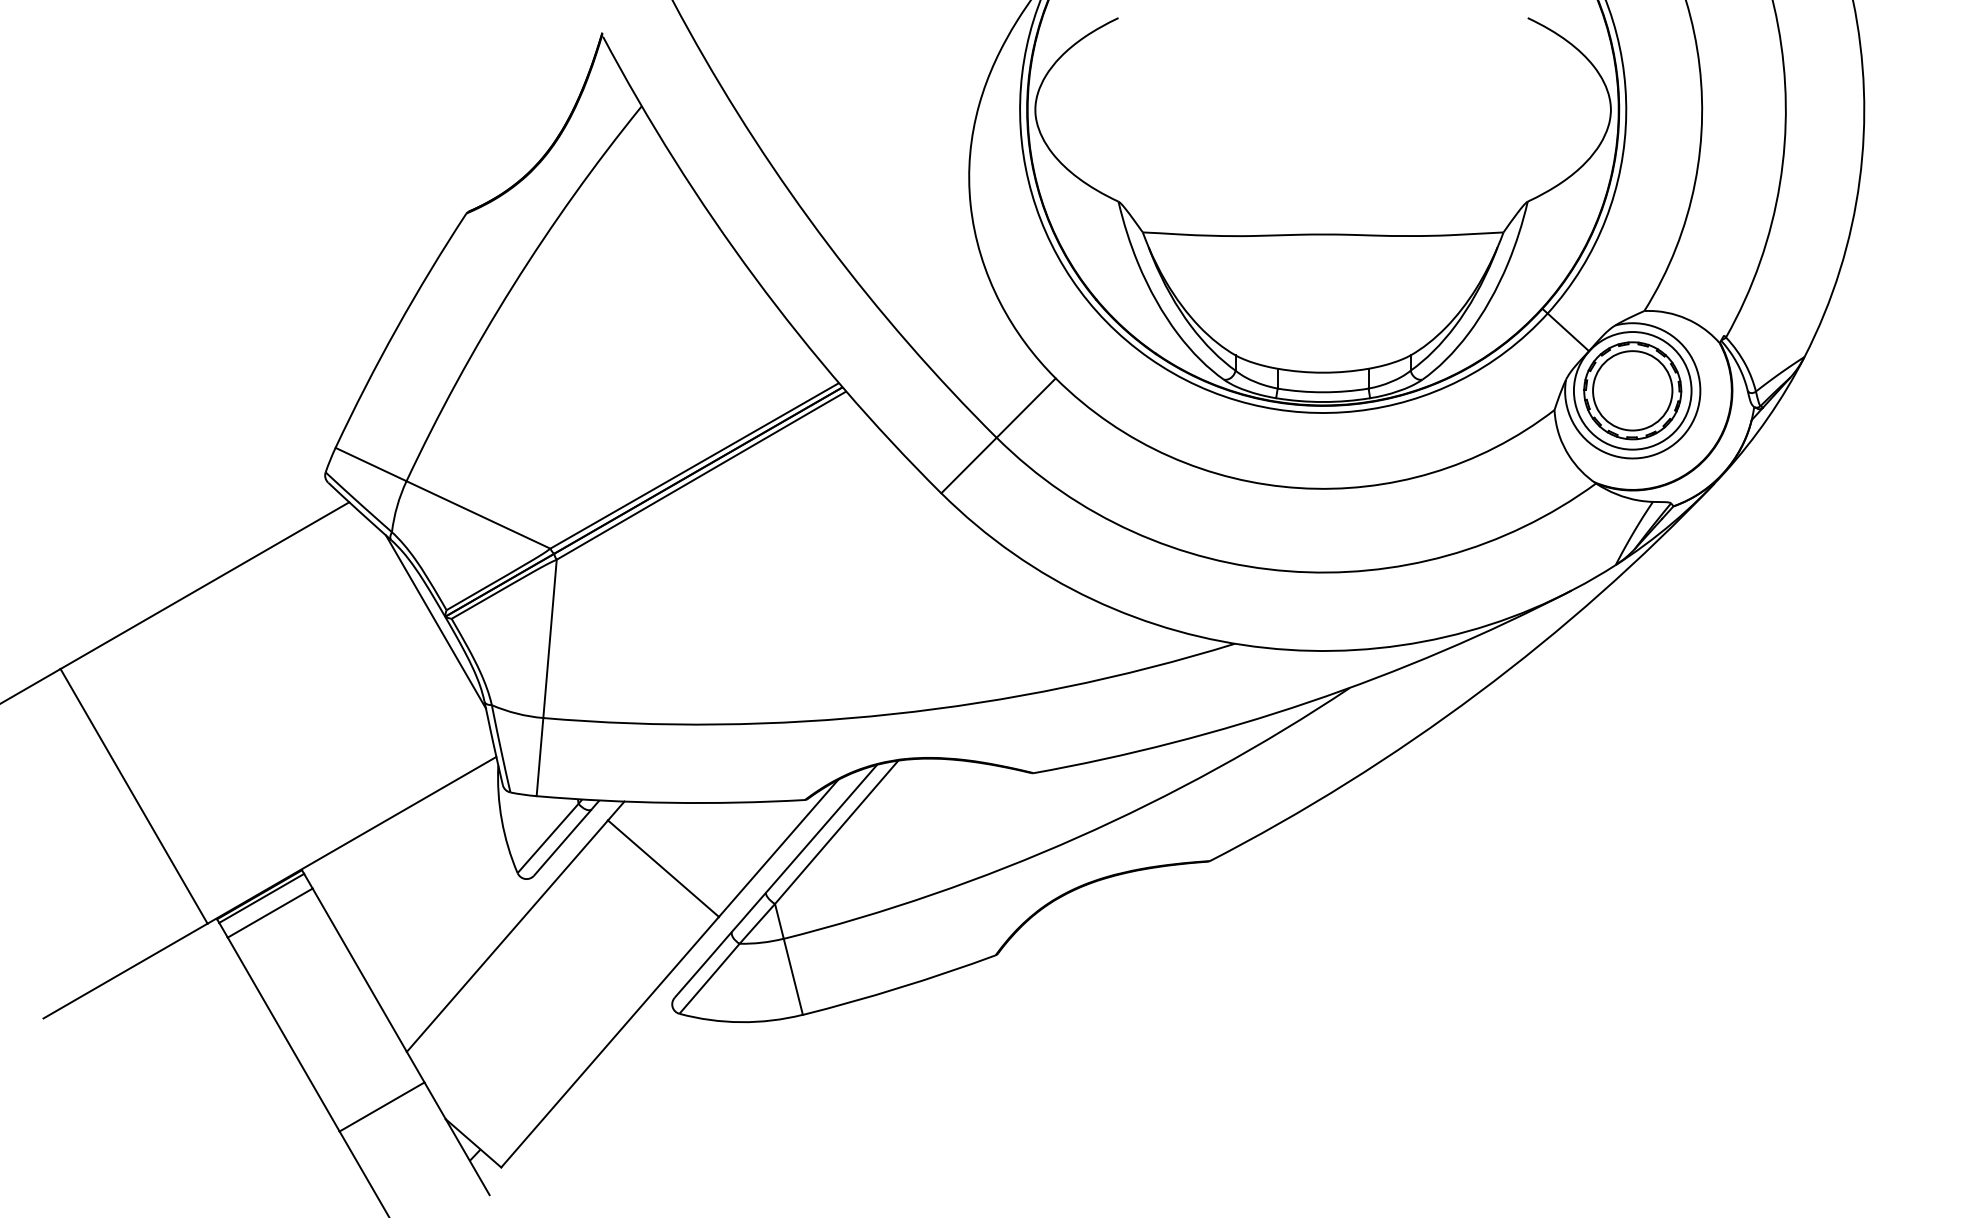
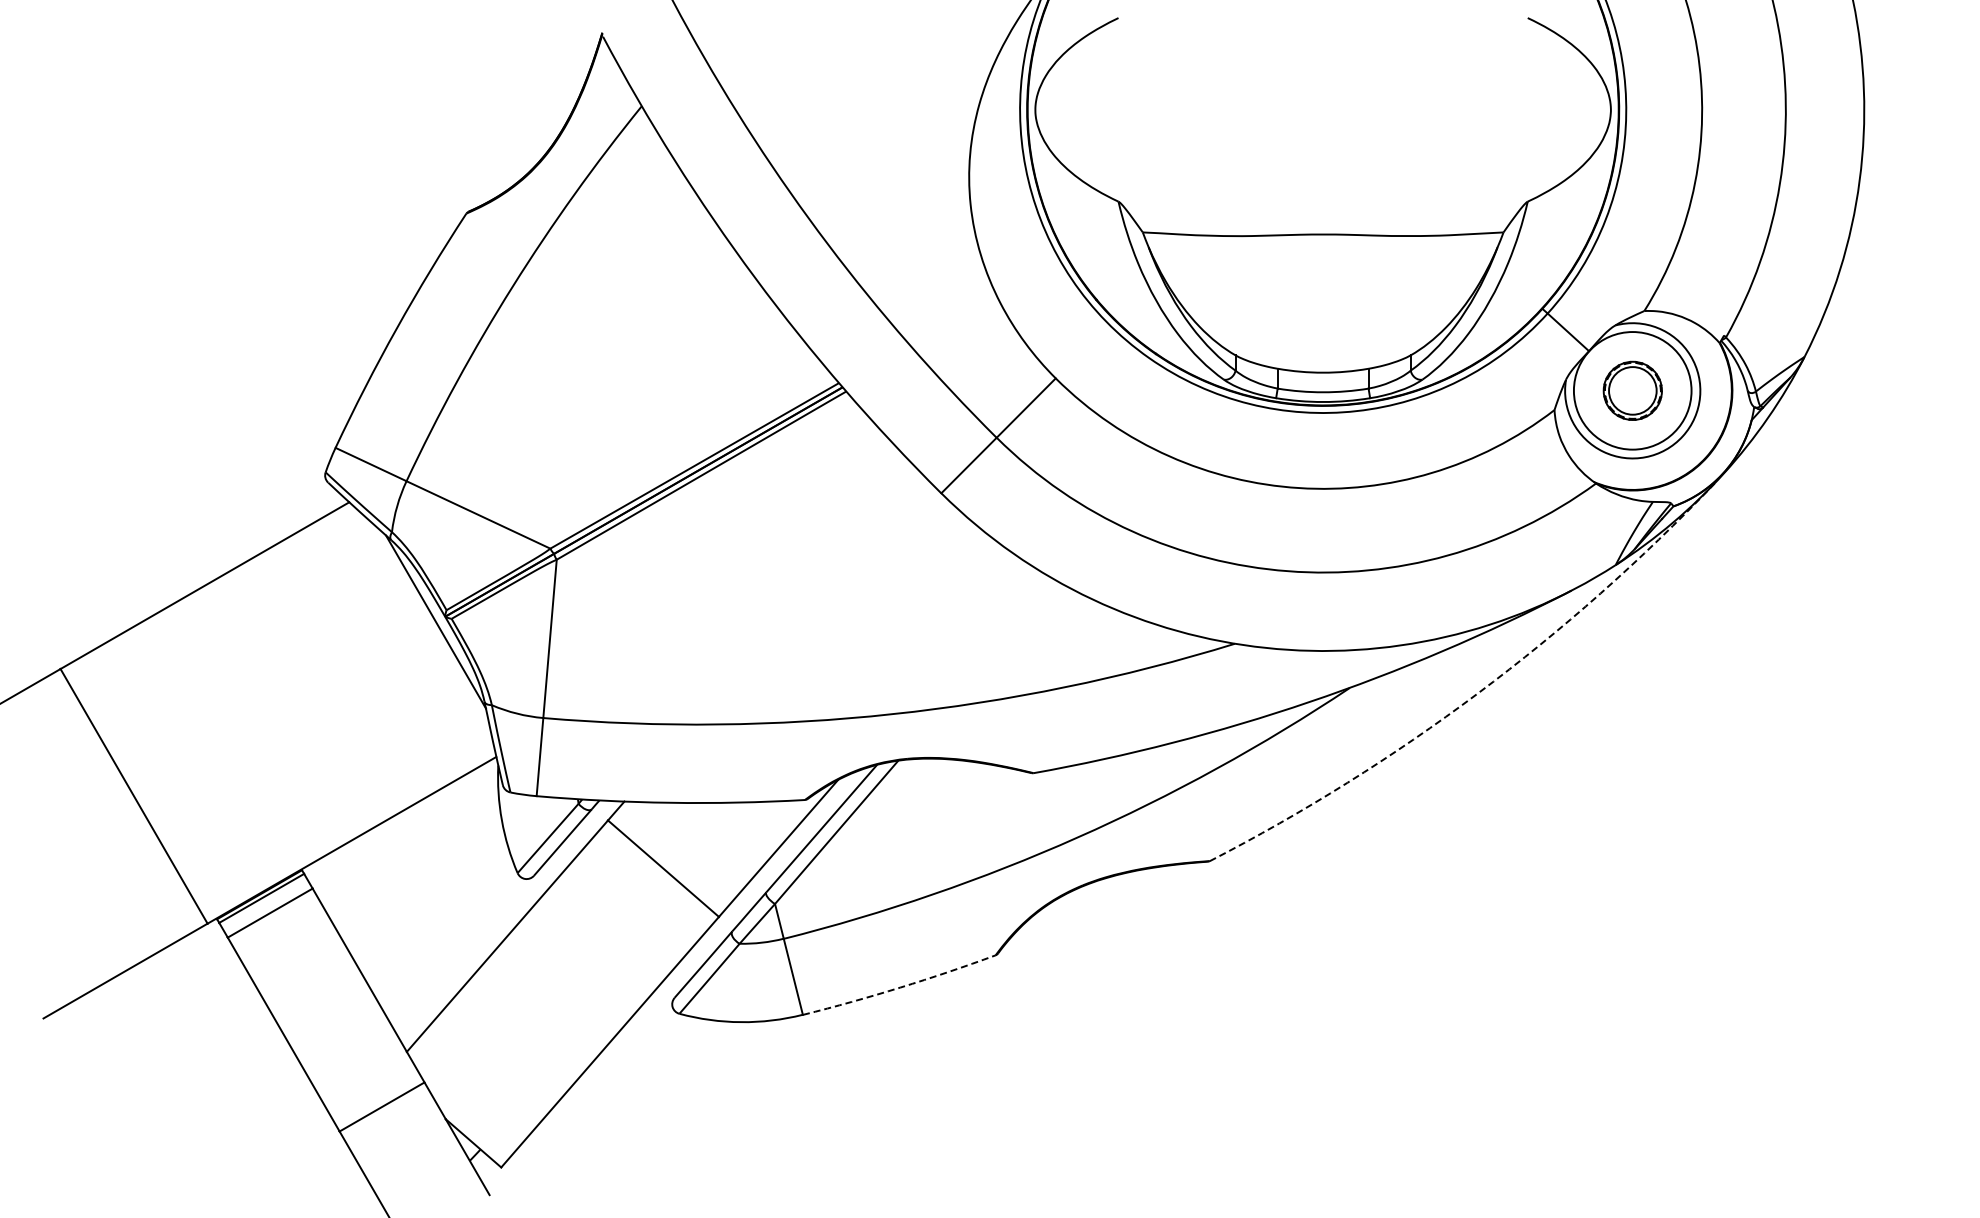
part at (1632, 390) size: 100x100 px -> 61x61 px
arc at (1477, 693): solid -> dashed
arc at (900, 987): solid -> dashed
